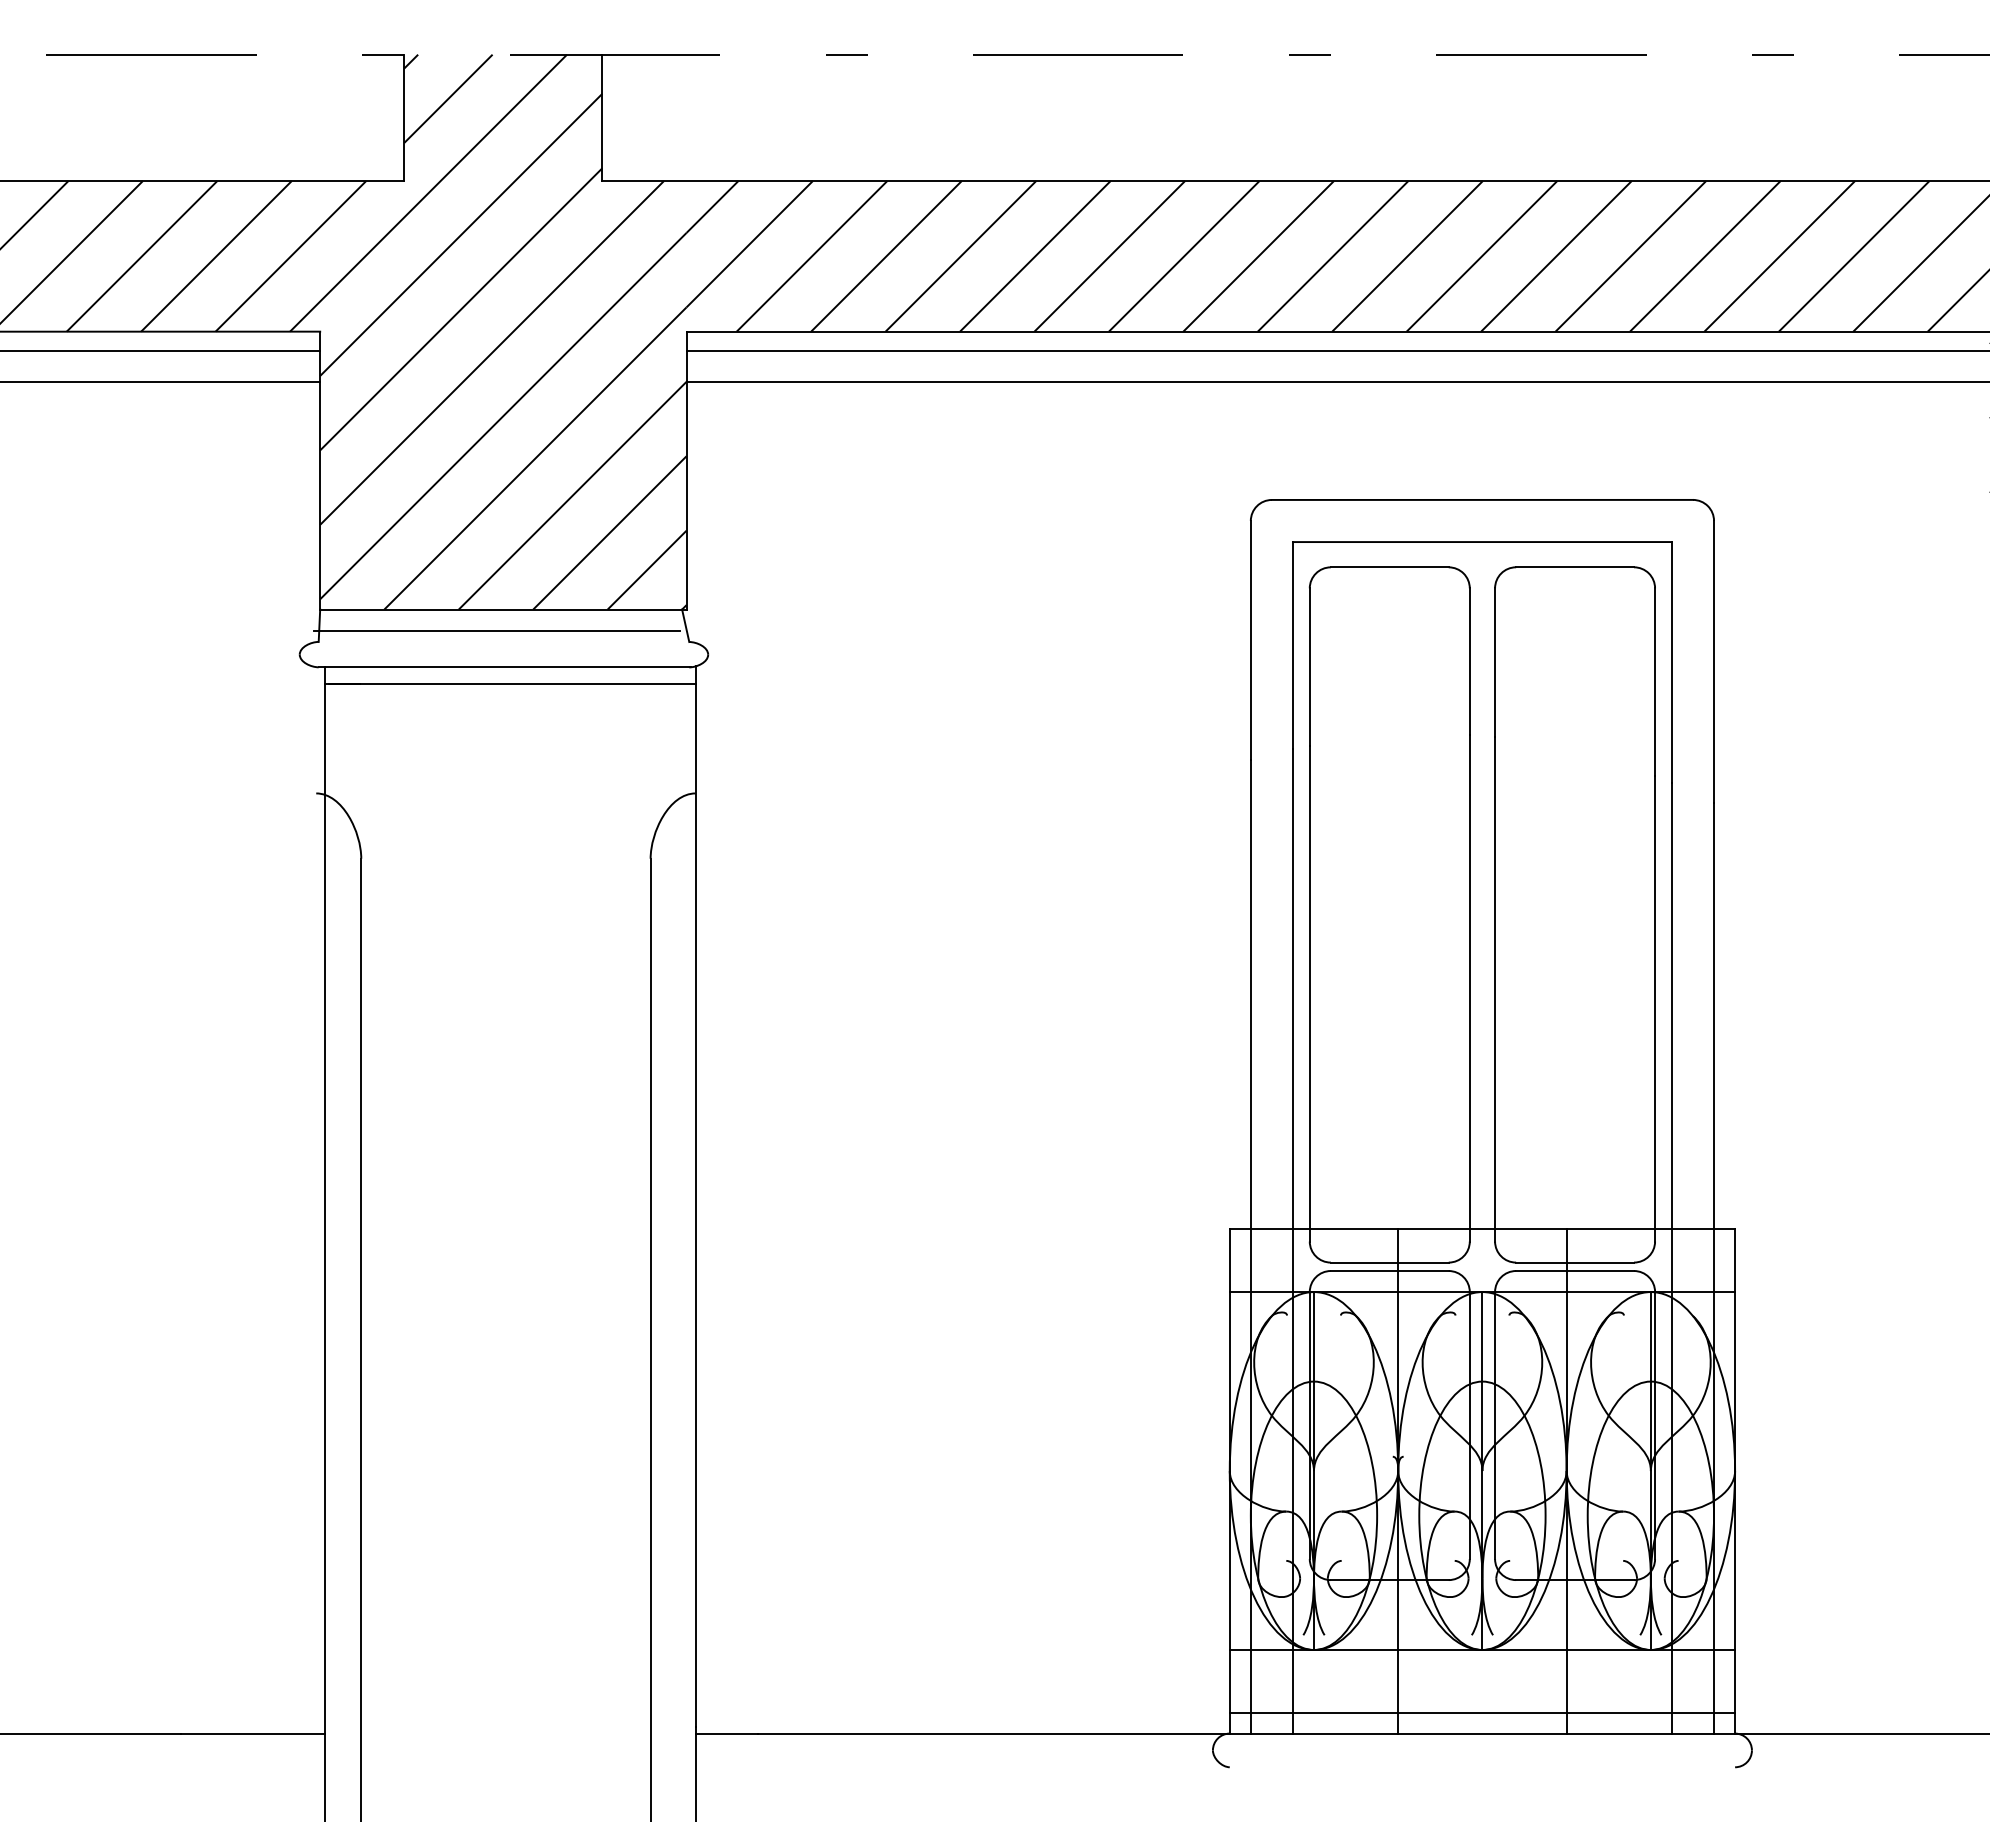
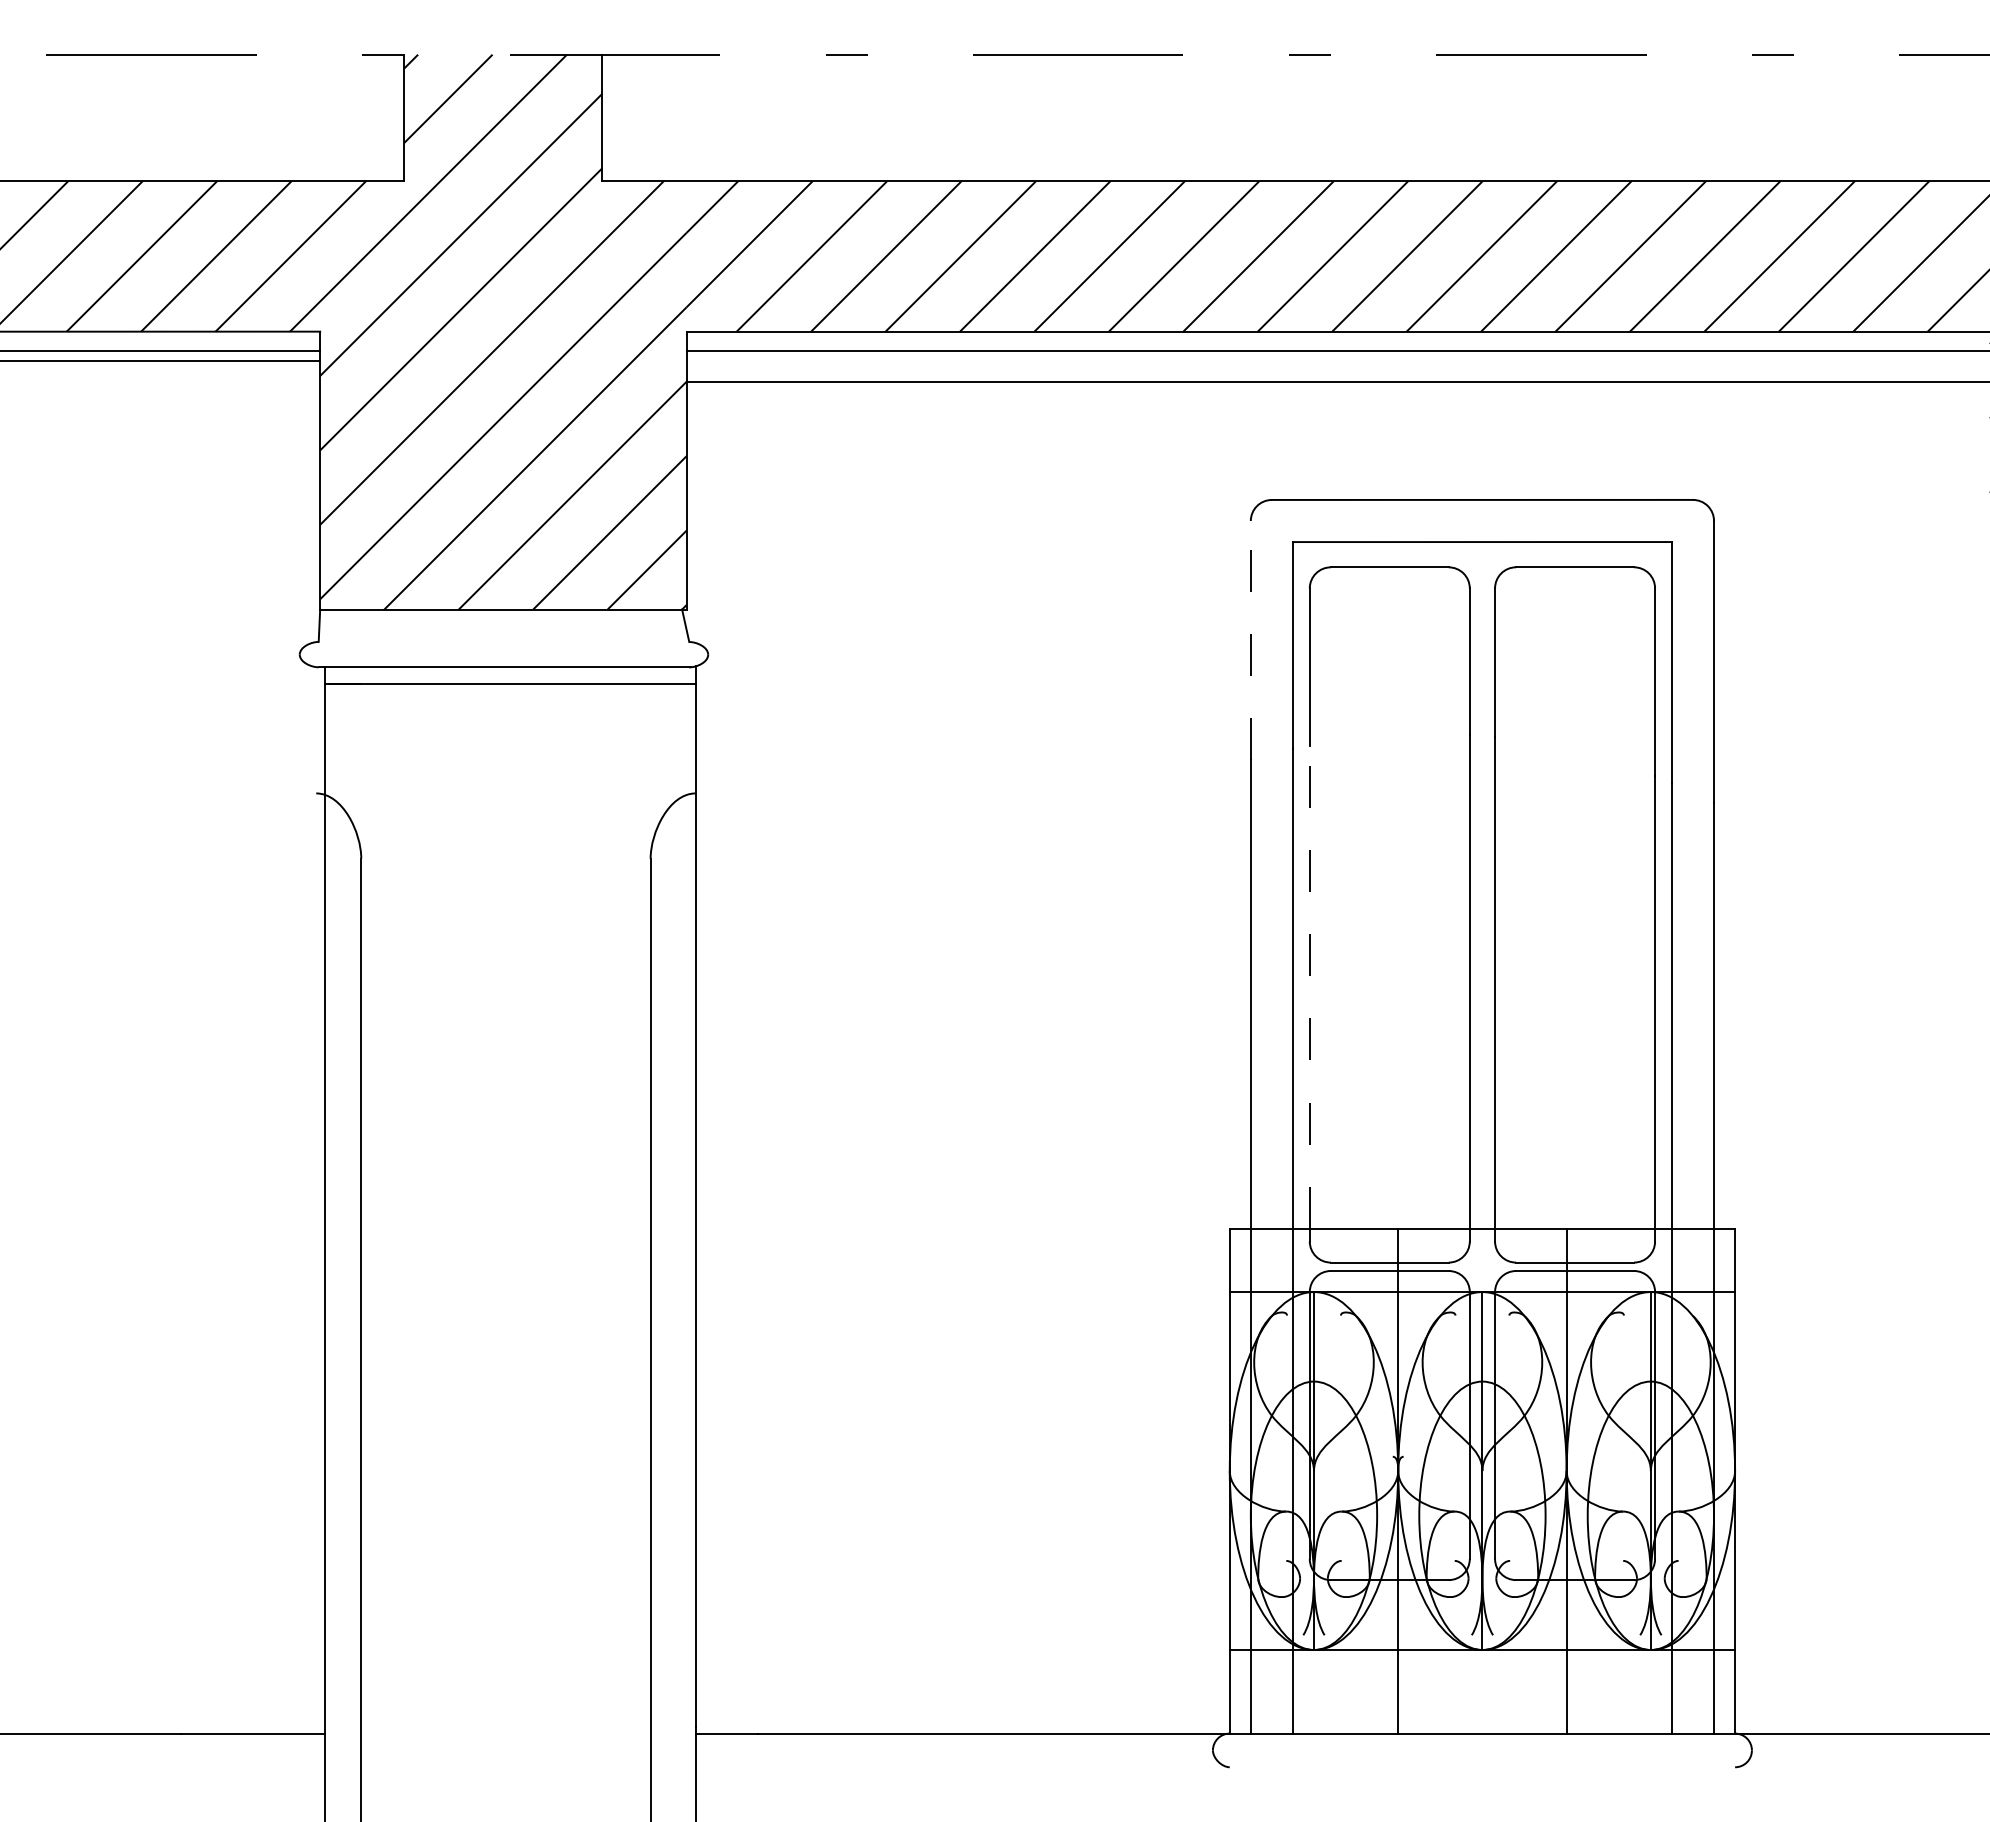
line at (161, 381) position: (161, 381) -> (161, 360)
line at (496, 631): present -> none
line at (1250, 640): solid -> dashed
line at (1309, 987): solid -> dashed
line at (1482, 1713): present -> none
